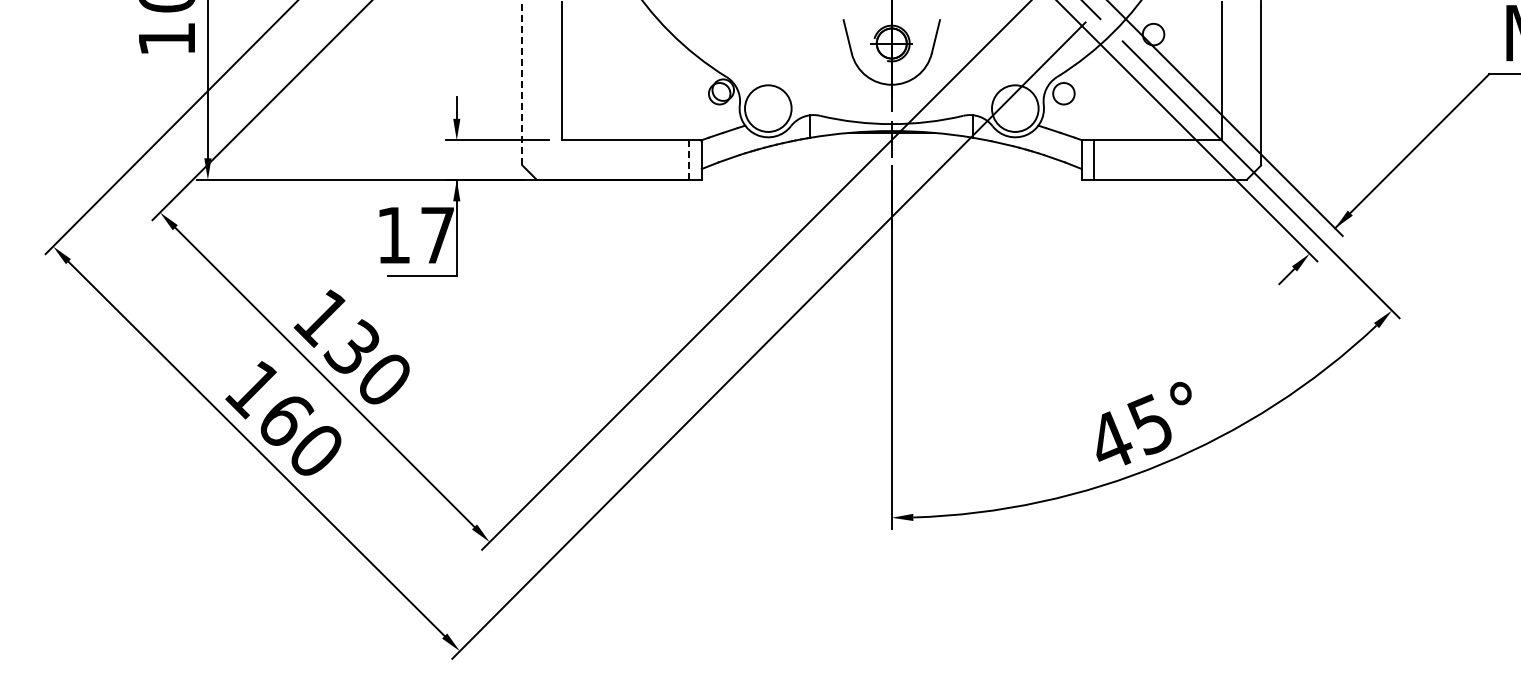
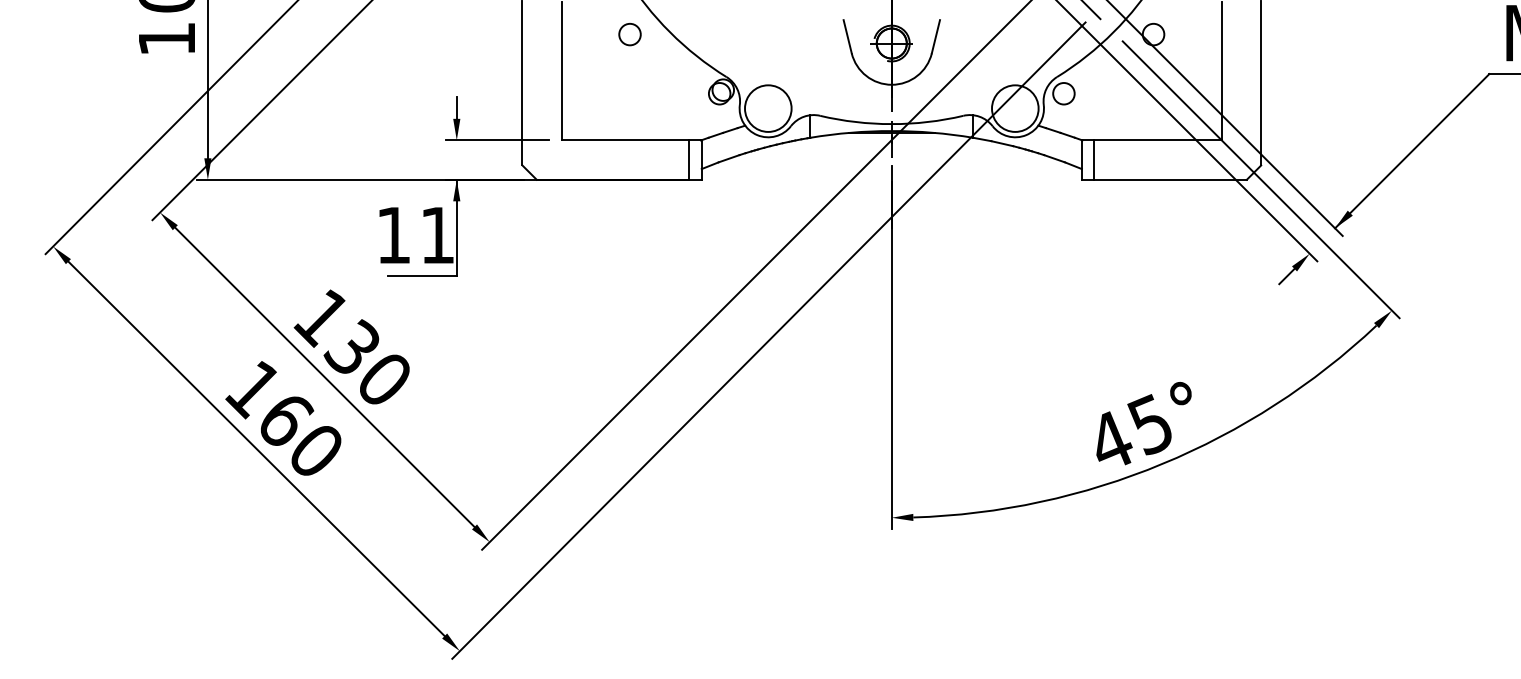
circle at (629, 34): none -> present
line at (522, 82): dashed -> solid
line at (689, 160): dashed -> solid
text at (437, 235): 17 -> 11
